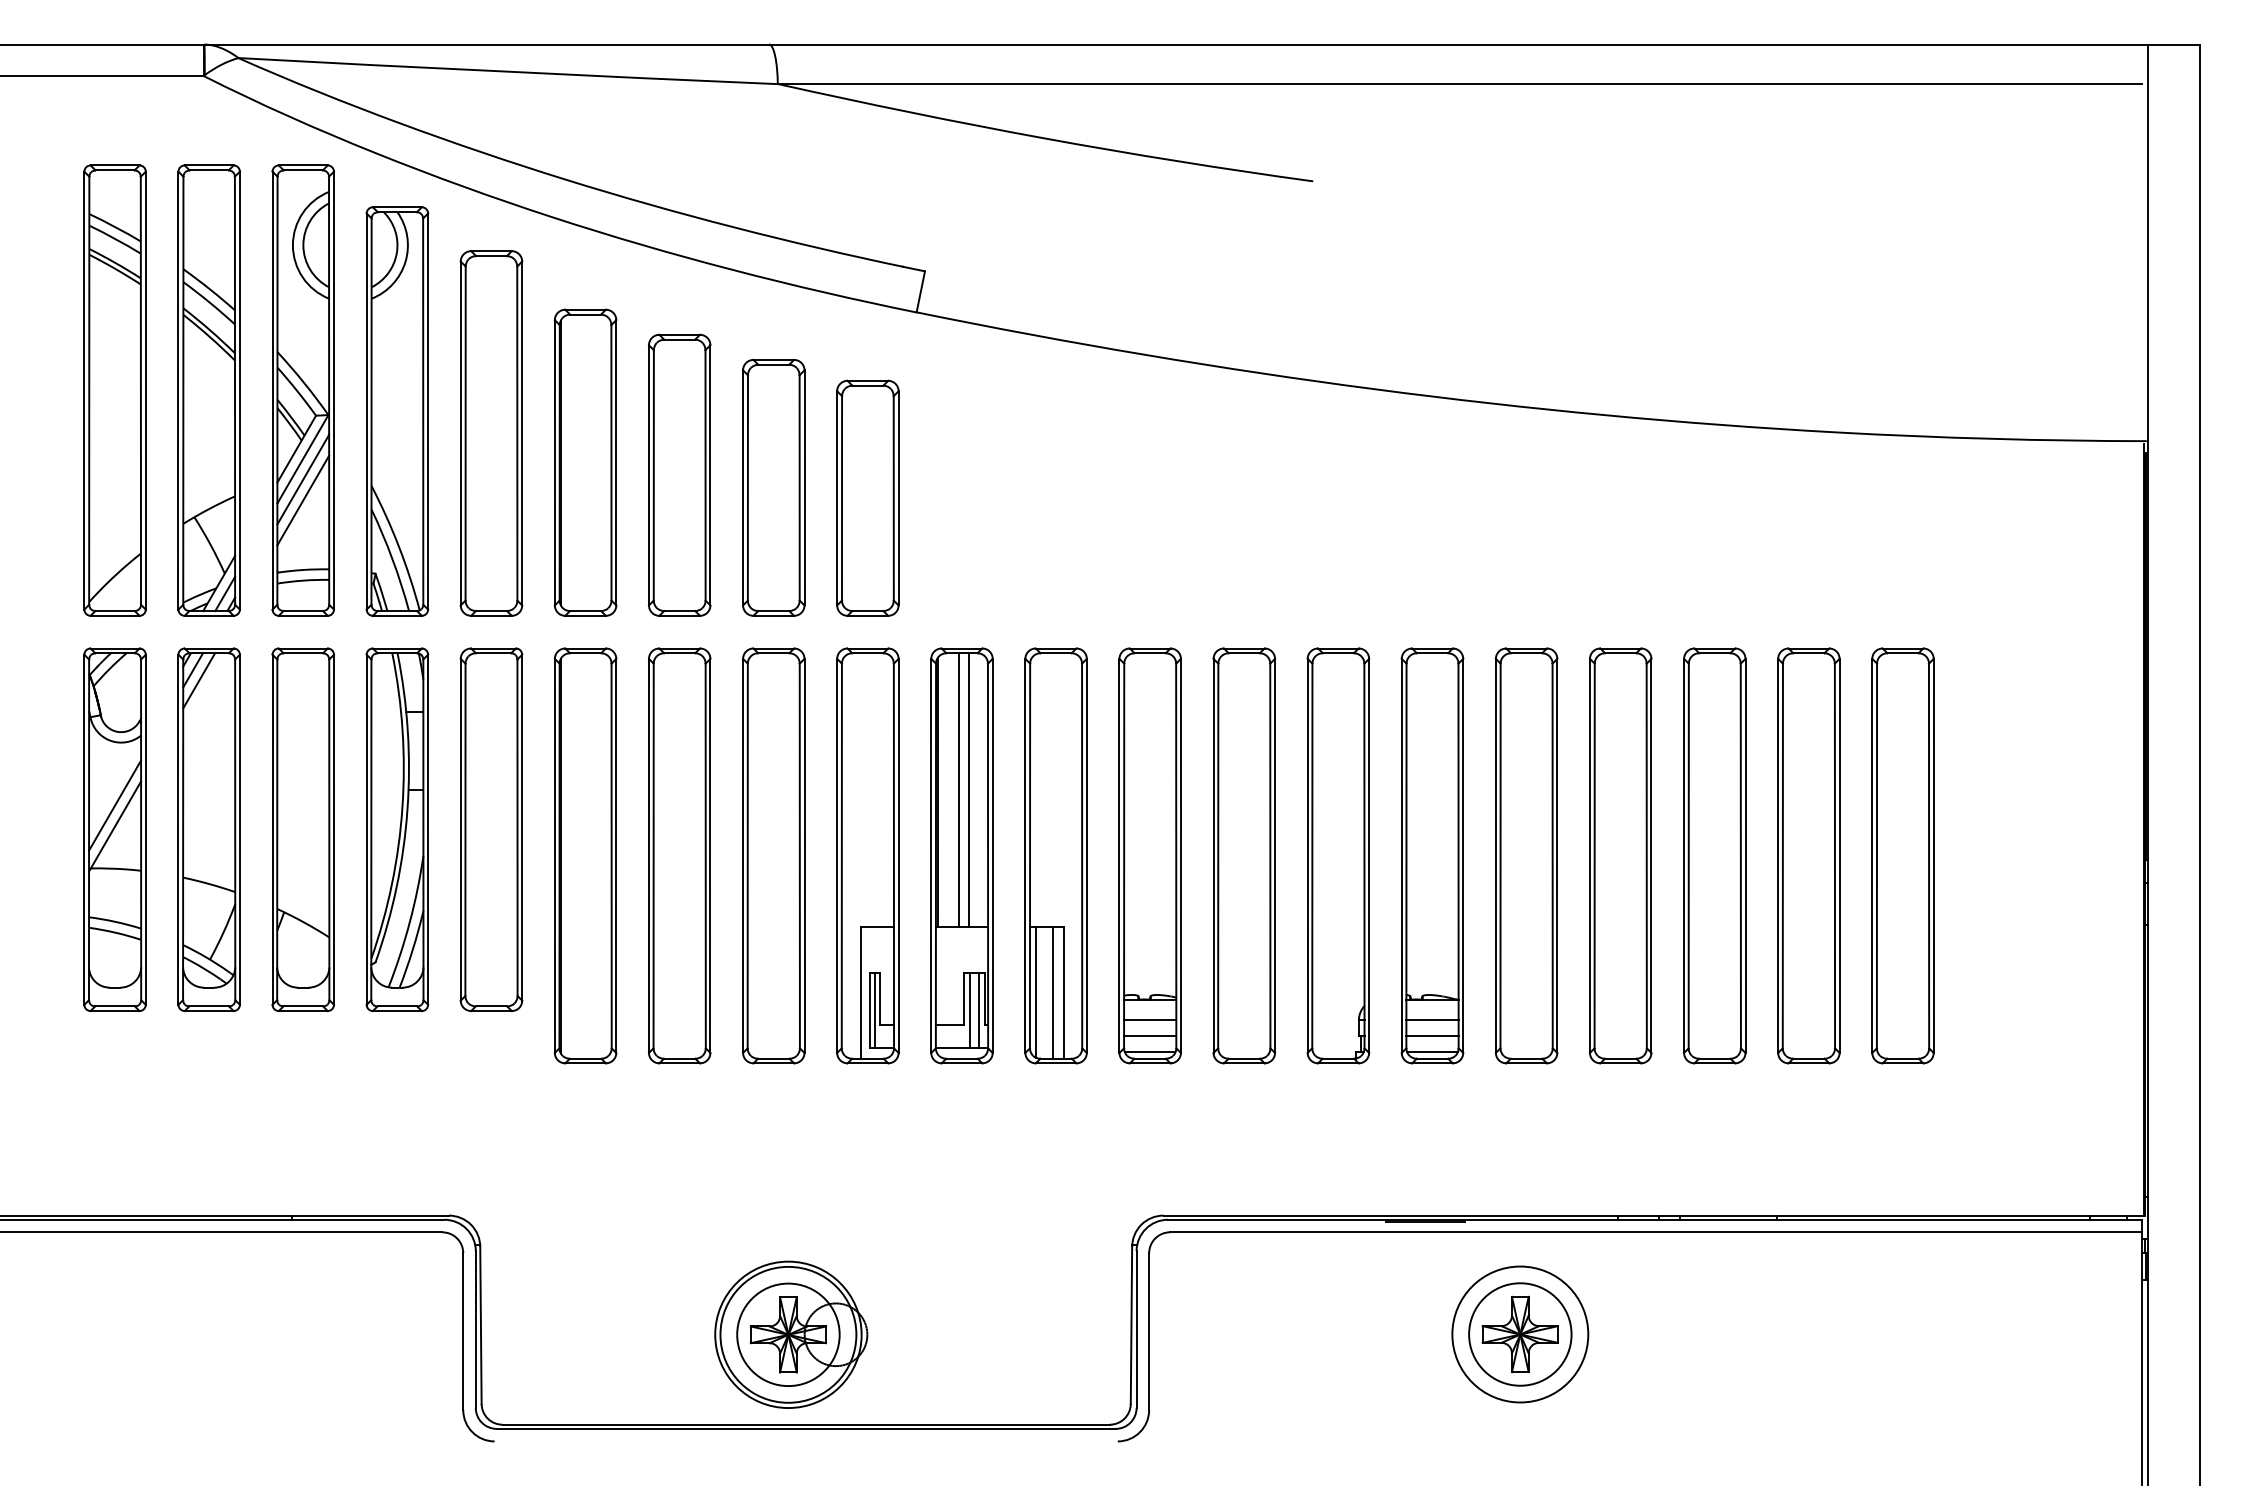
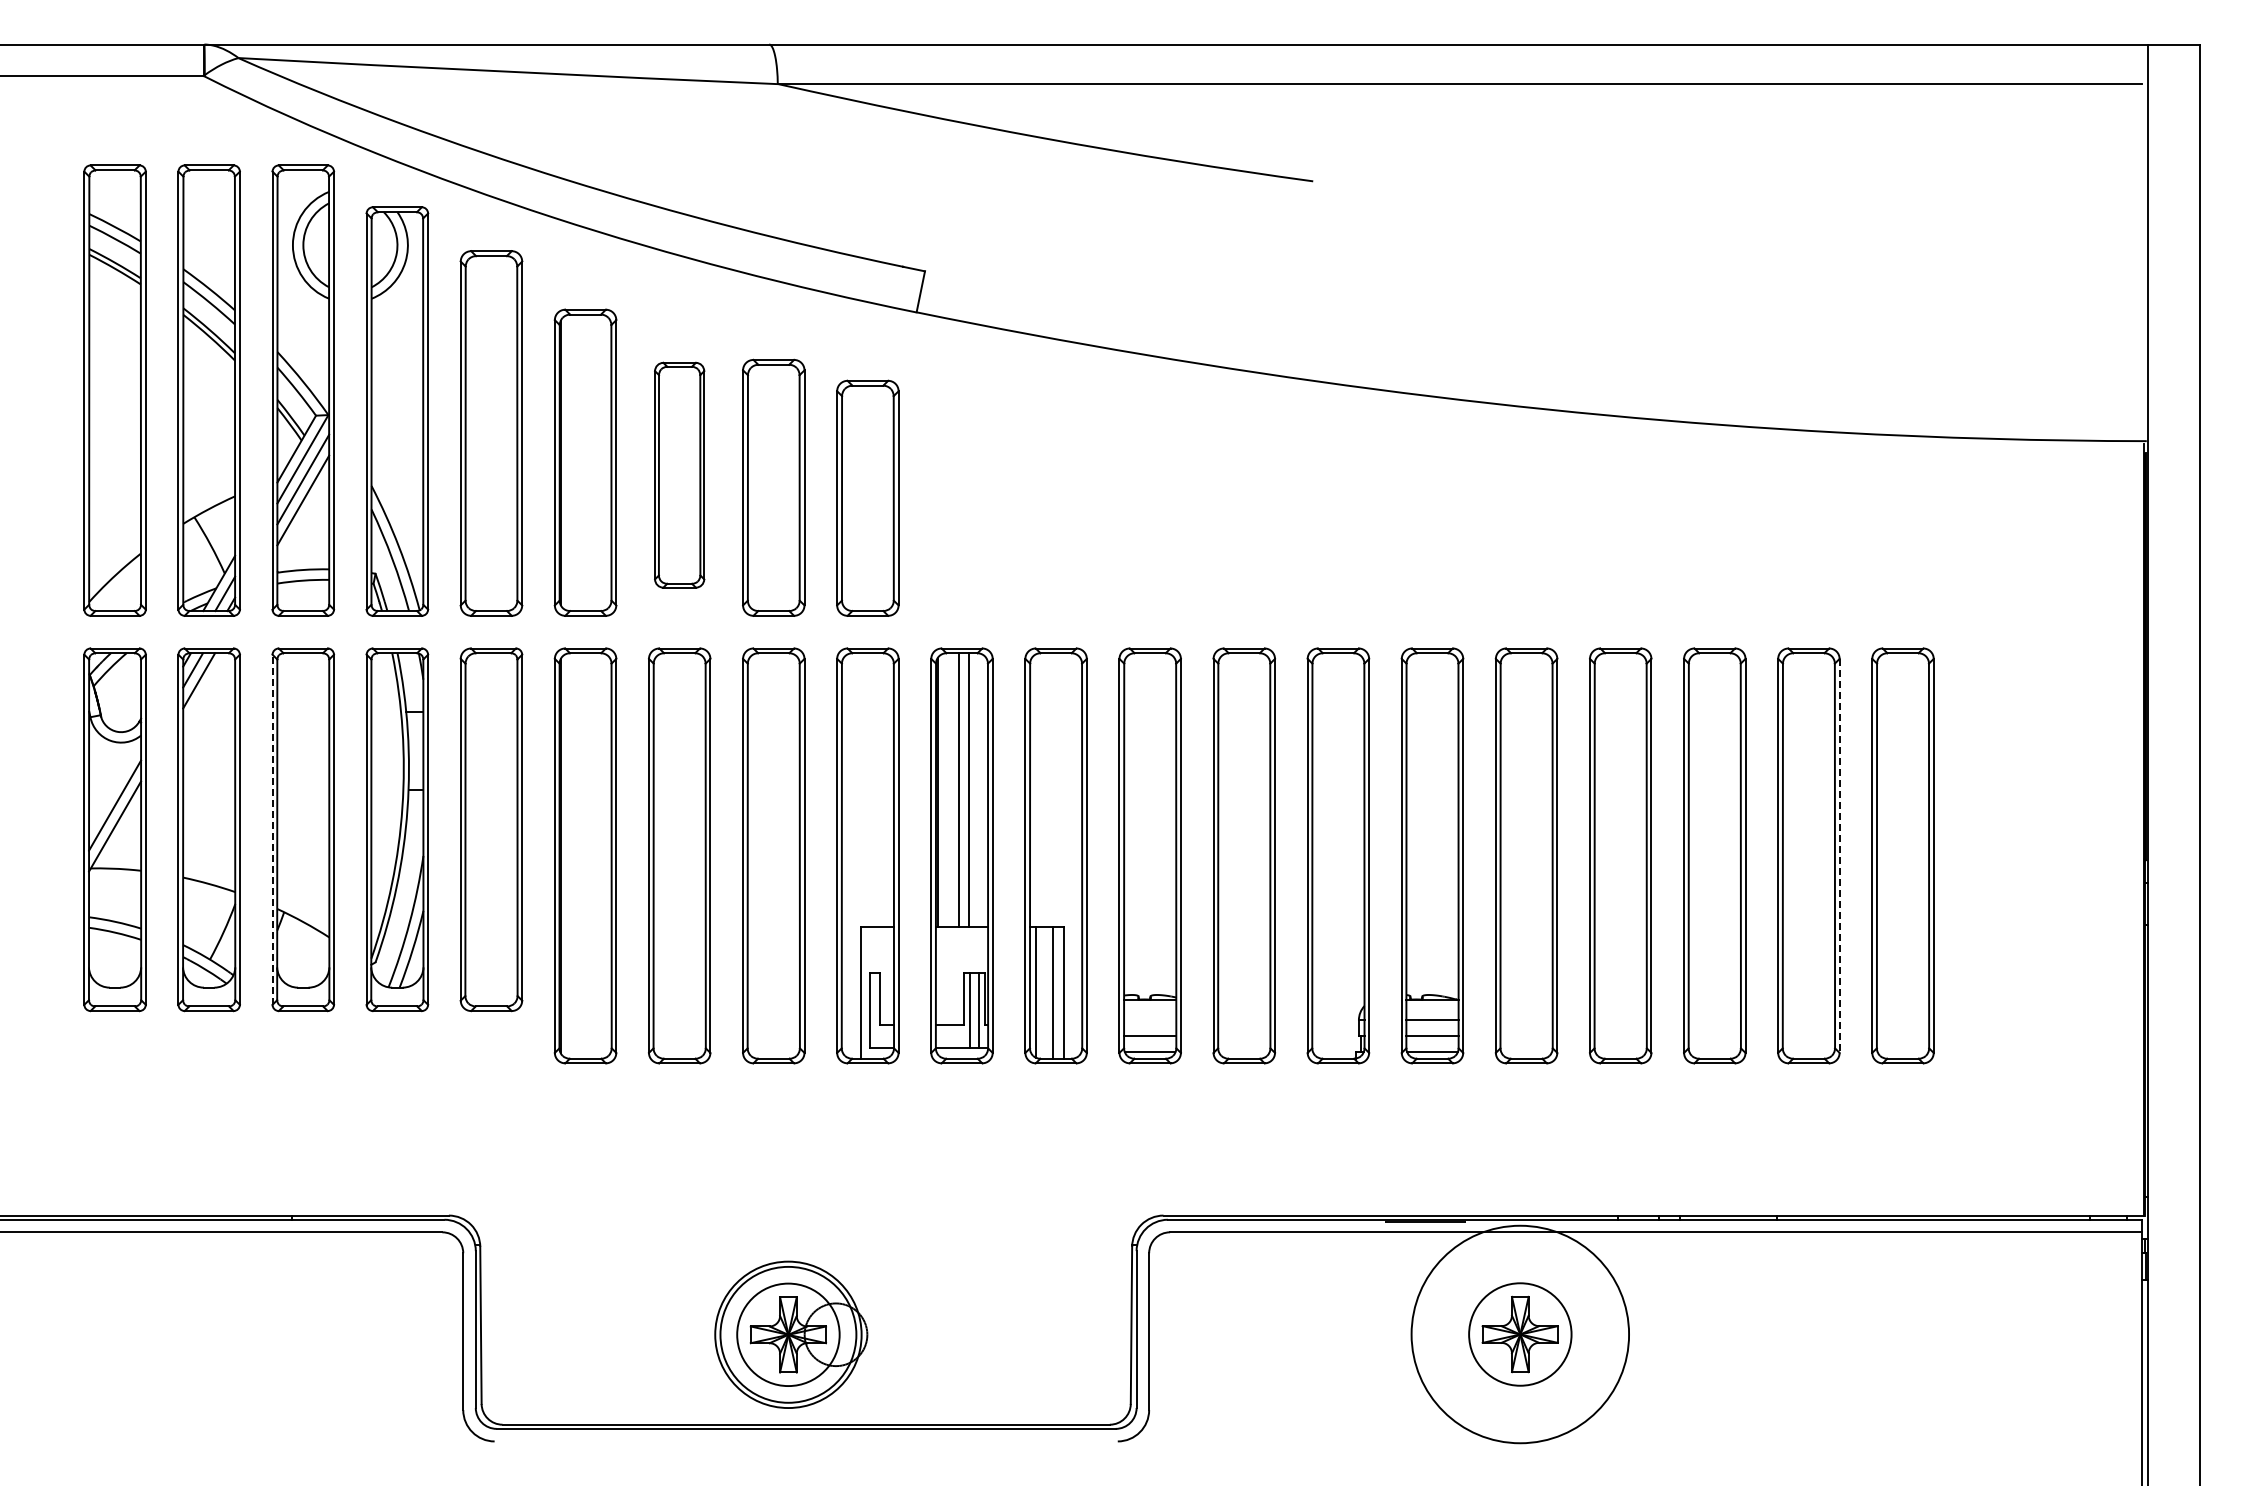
part at (679, 474) size: 65x284 px -> 52x228 px
line at (272, 829): solid -> dashed
line at (1839, 855): solid -> dashed
line at (874, 1010): present -> none
line at (1150, 1020): present -> none
circle at (1520, 1334) diameter: 136 px -> 217 px
